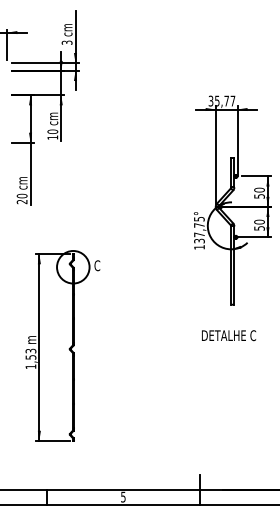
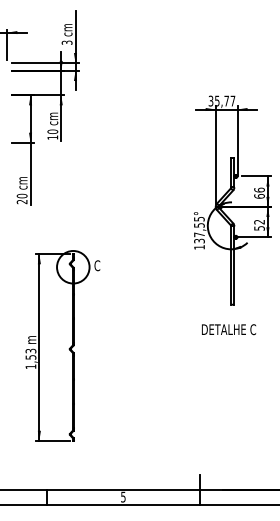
text at (259, 192): 50 -> 66
text at (259, 221): 50 -> 52
text at (199, 225): 137,75° -> 137,55°
text at (229, 335) position: (229, 335) -> (229, 329)
